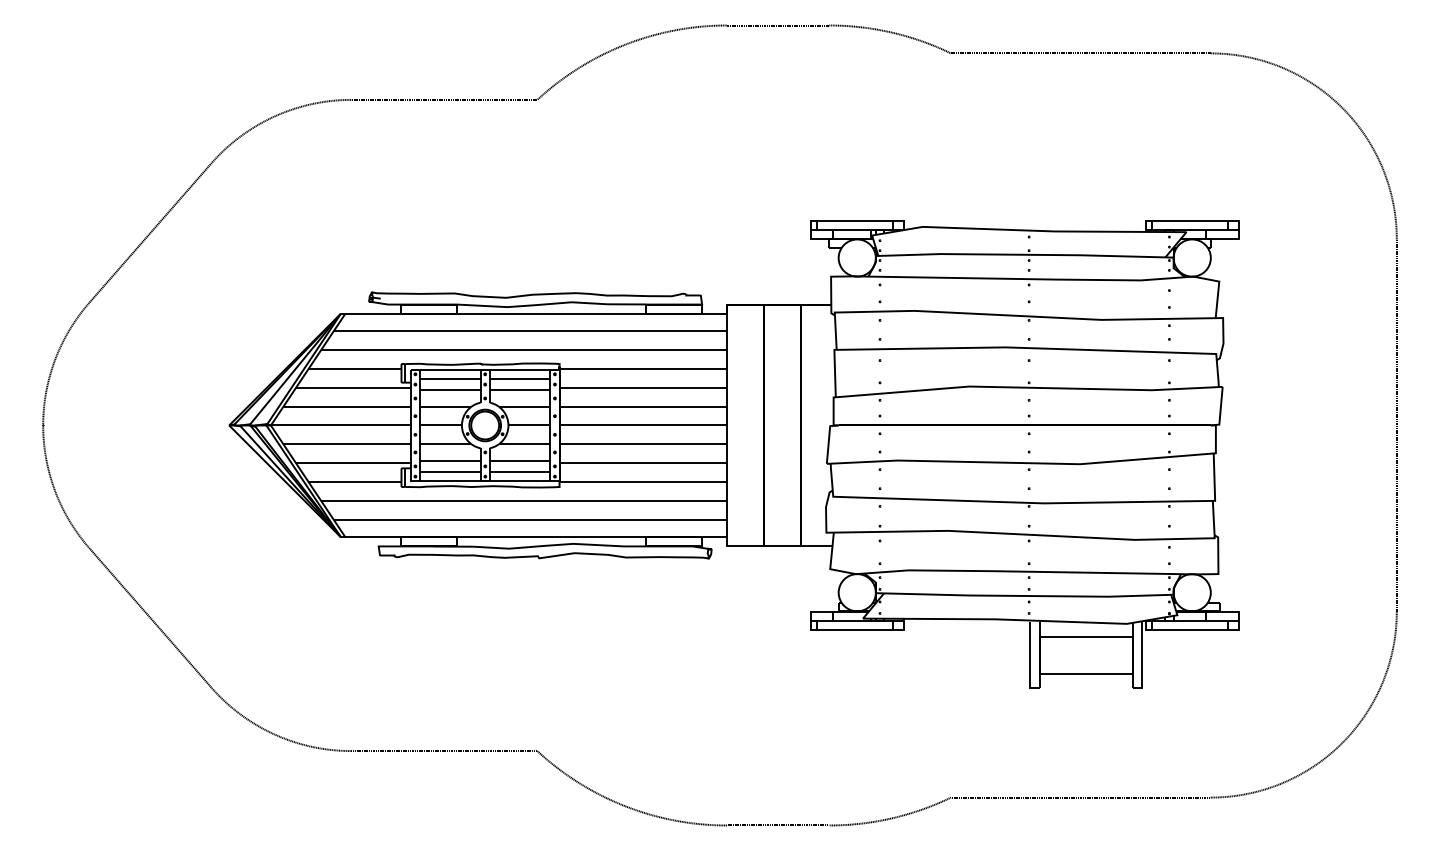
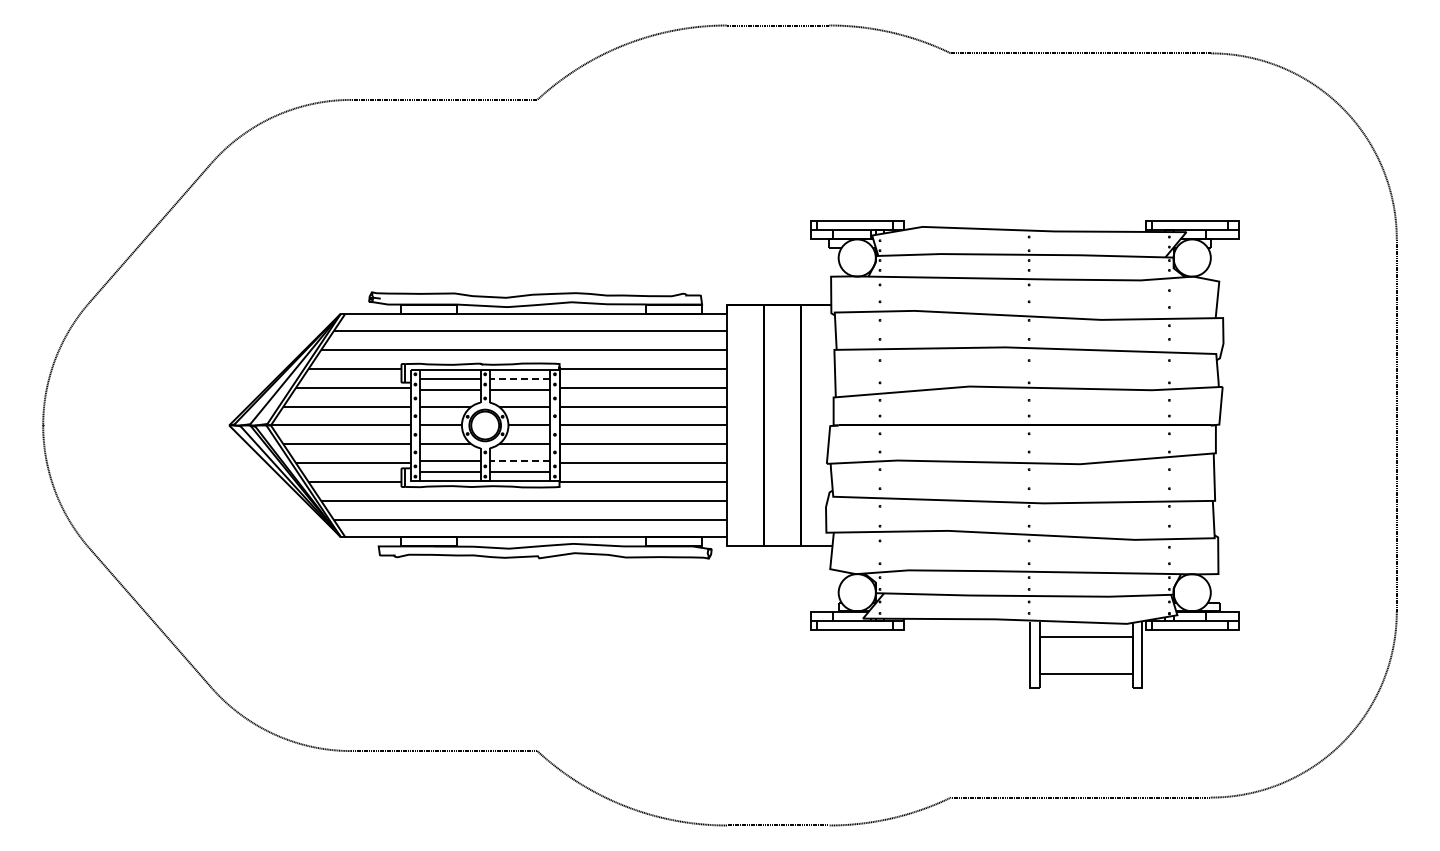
line at (519, 378): solid -> dashed
line at (519, 460): solid -> dashed
